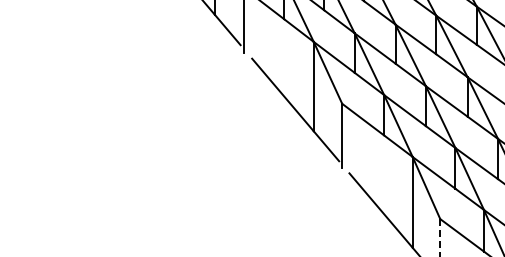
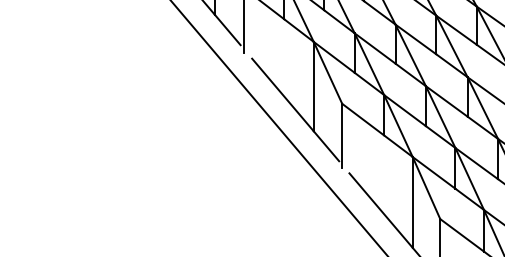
line at (278, 127): none -> present
line at (440, 237): dashed -> solid
